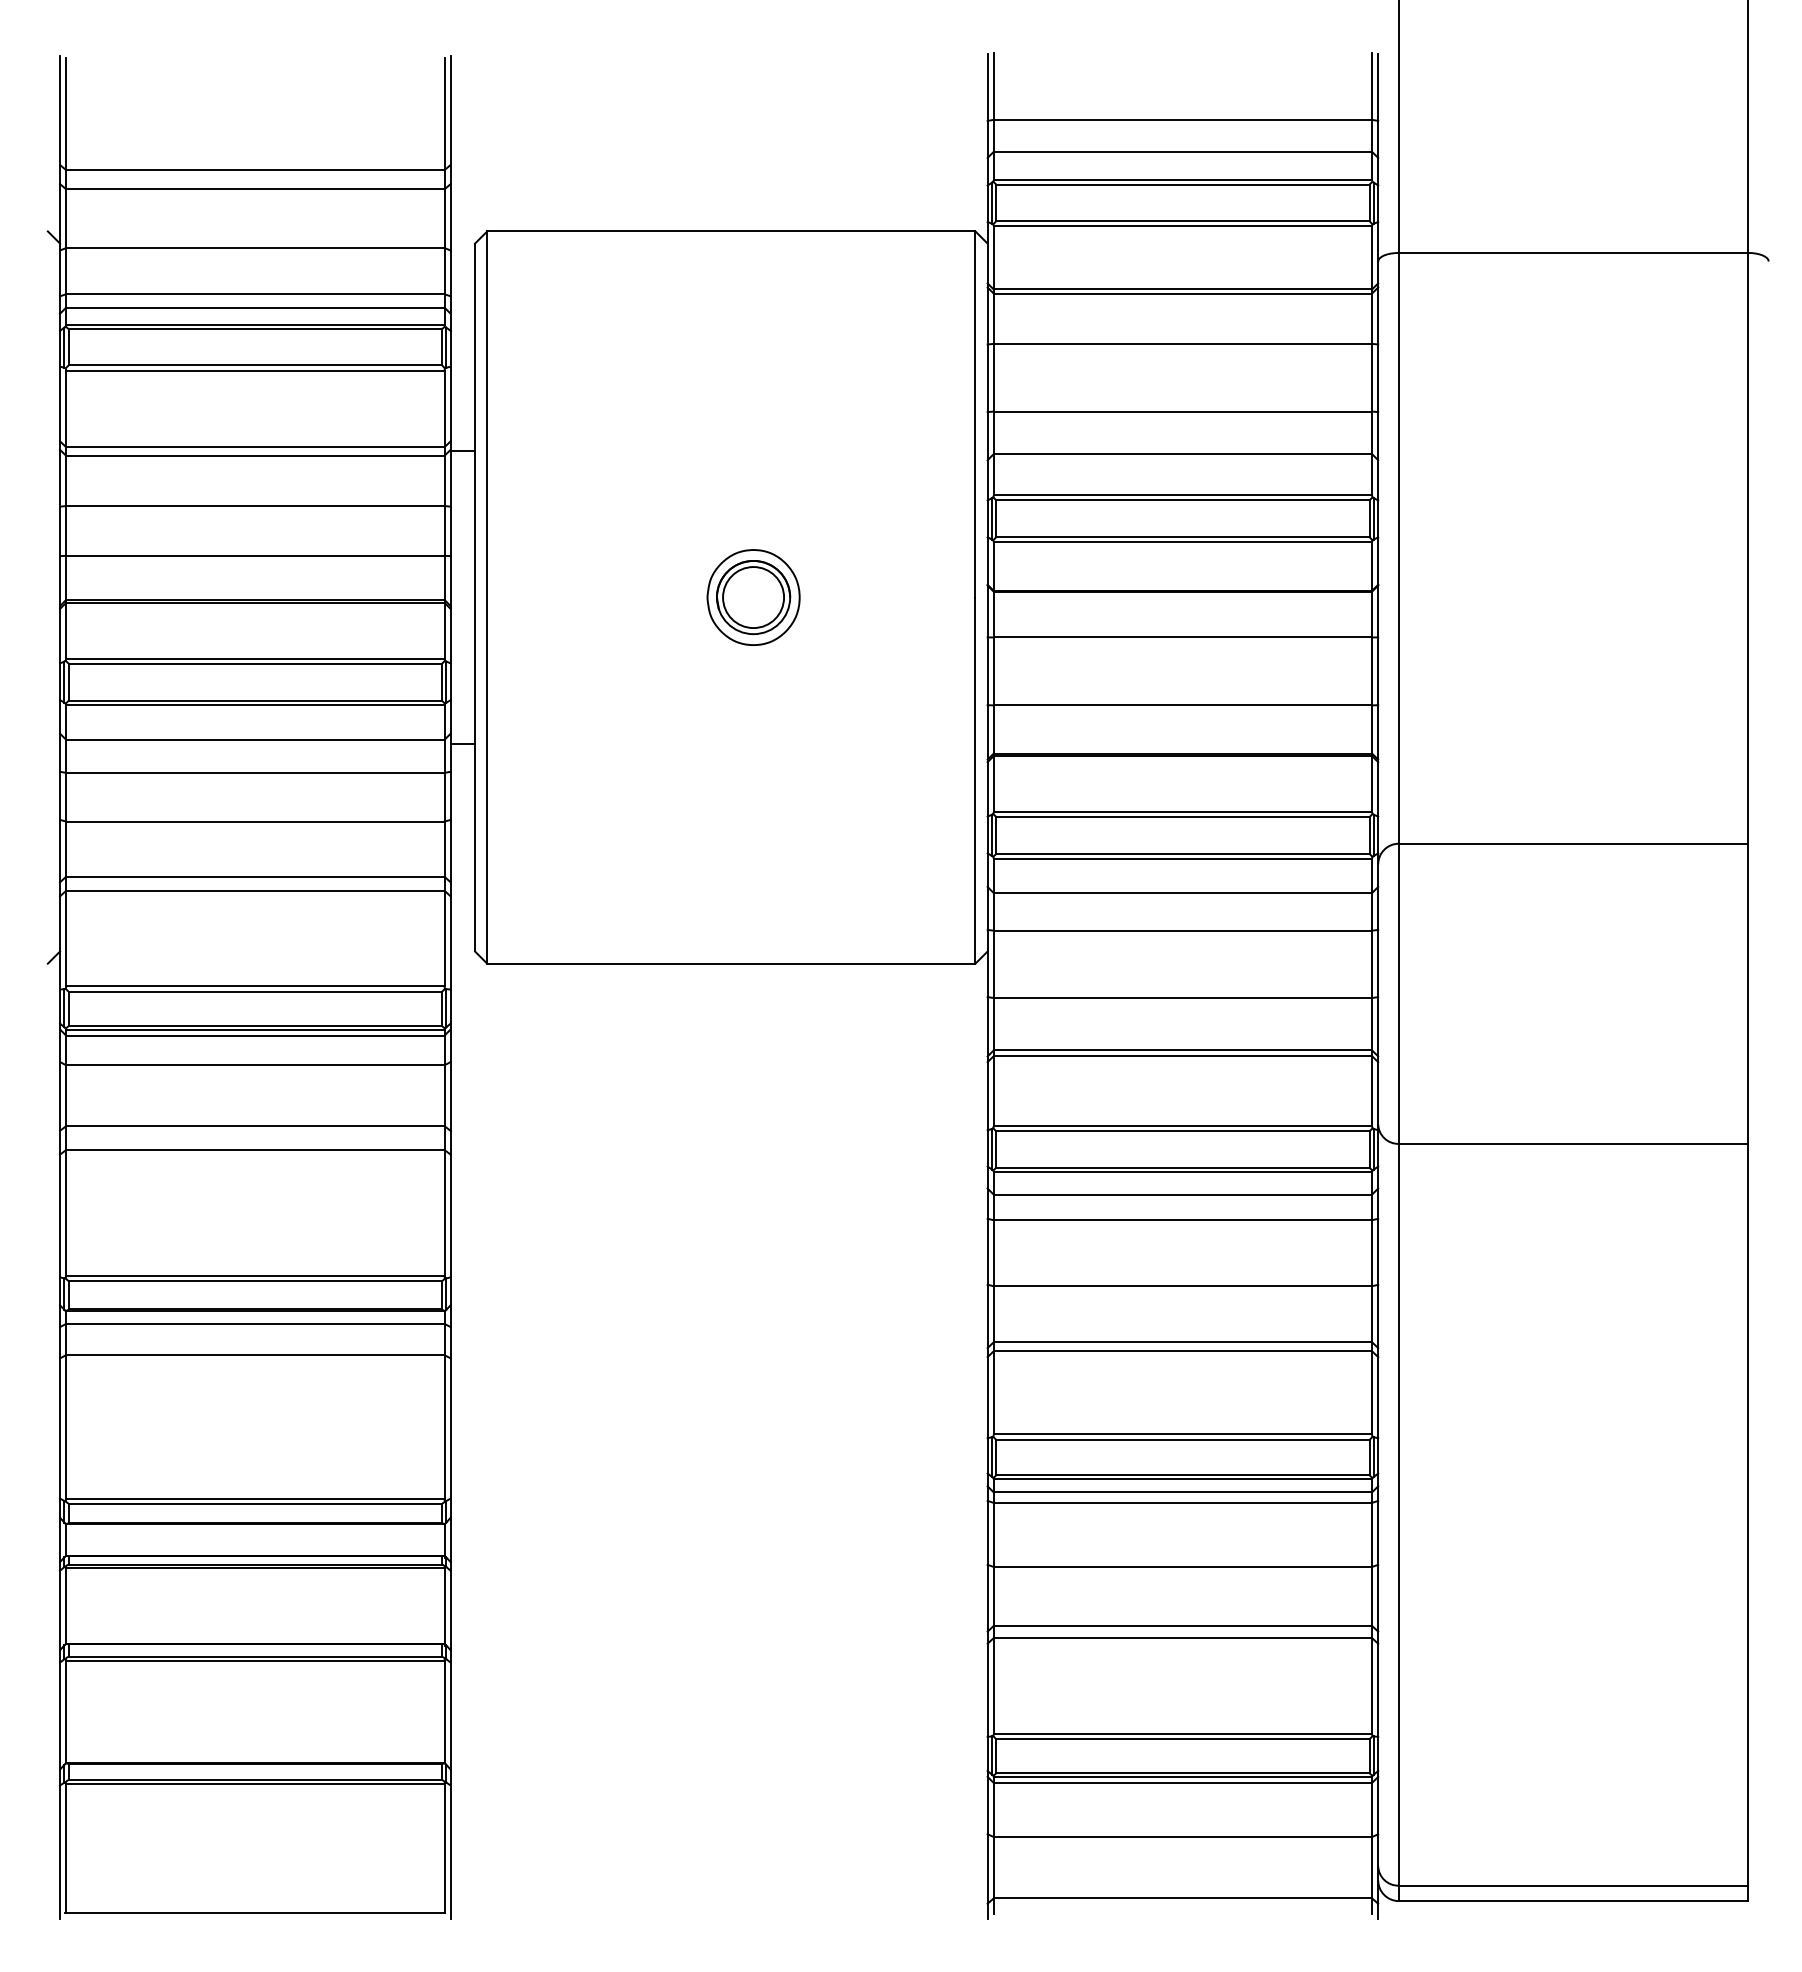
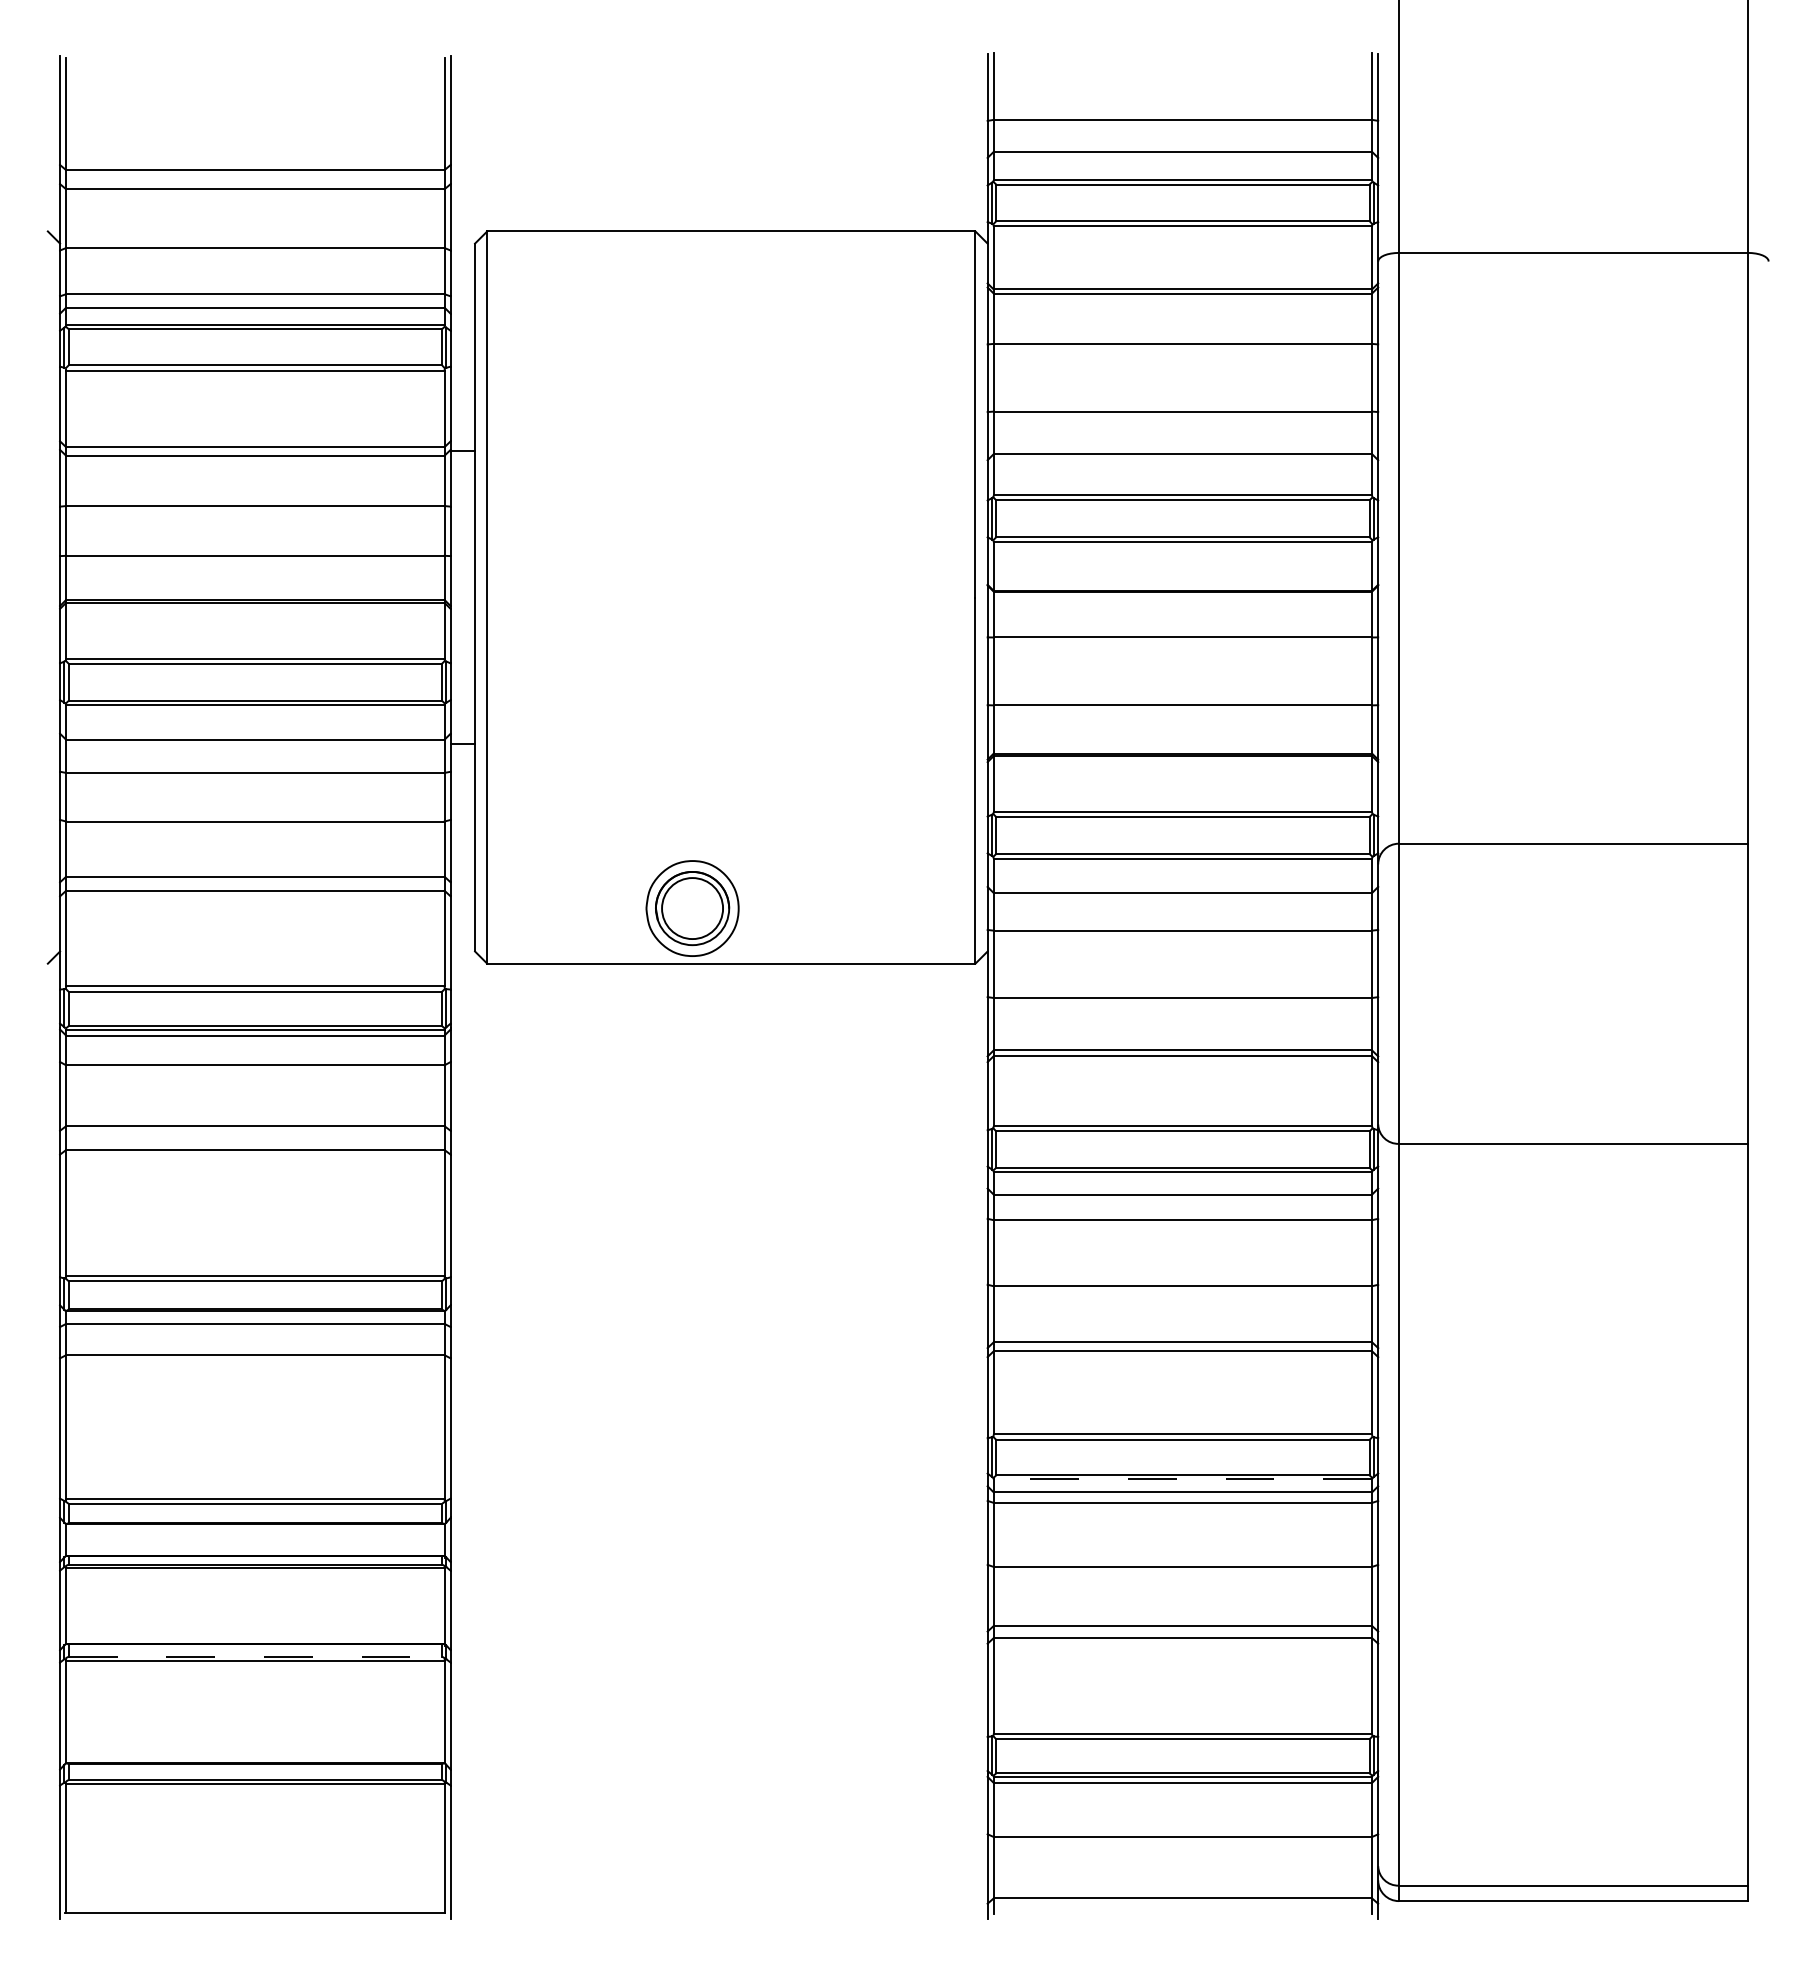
part at (753, 597) position: (753, 597) -> (692, 908)
line at (1182, 1479): solid -> dashed
line at (255, 1656): solid -> dashed
